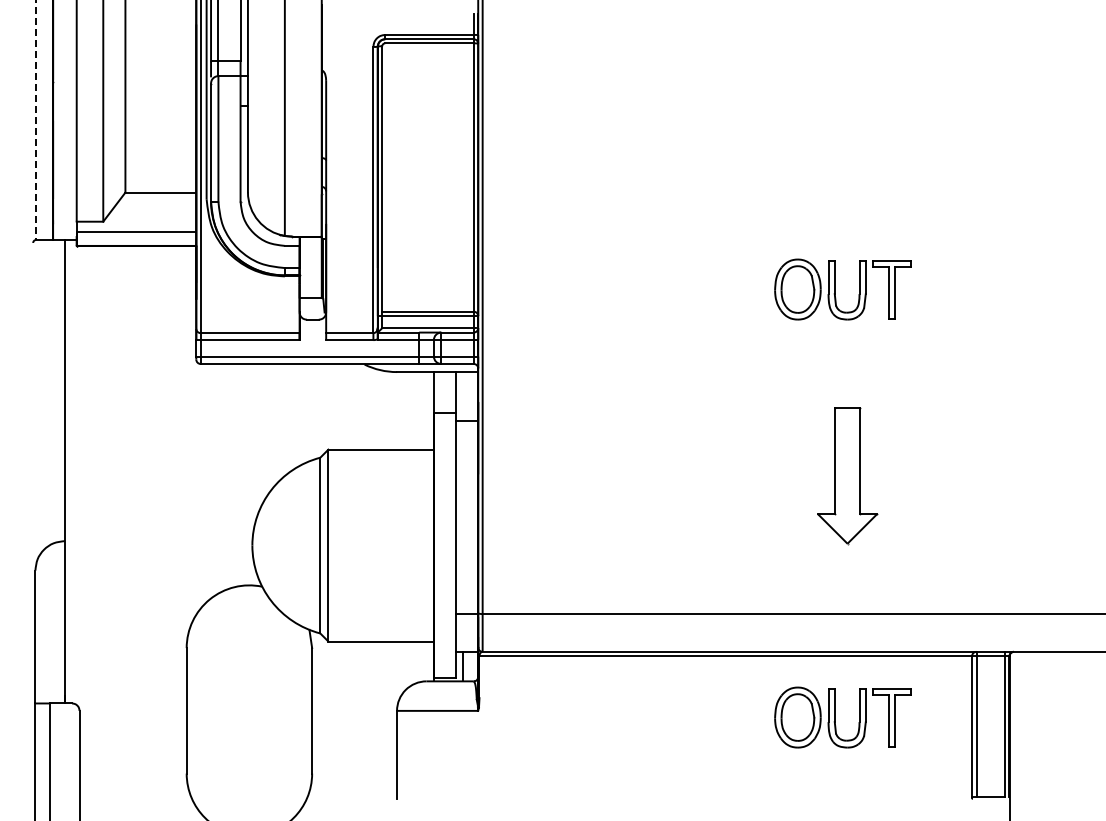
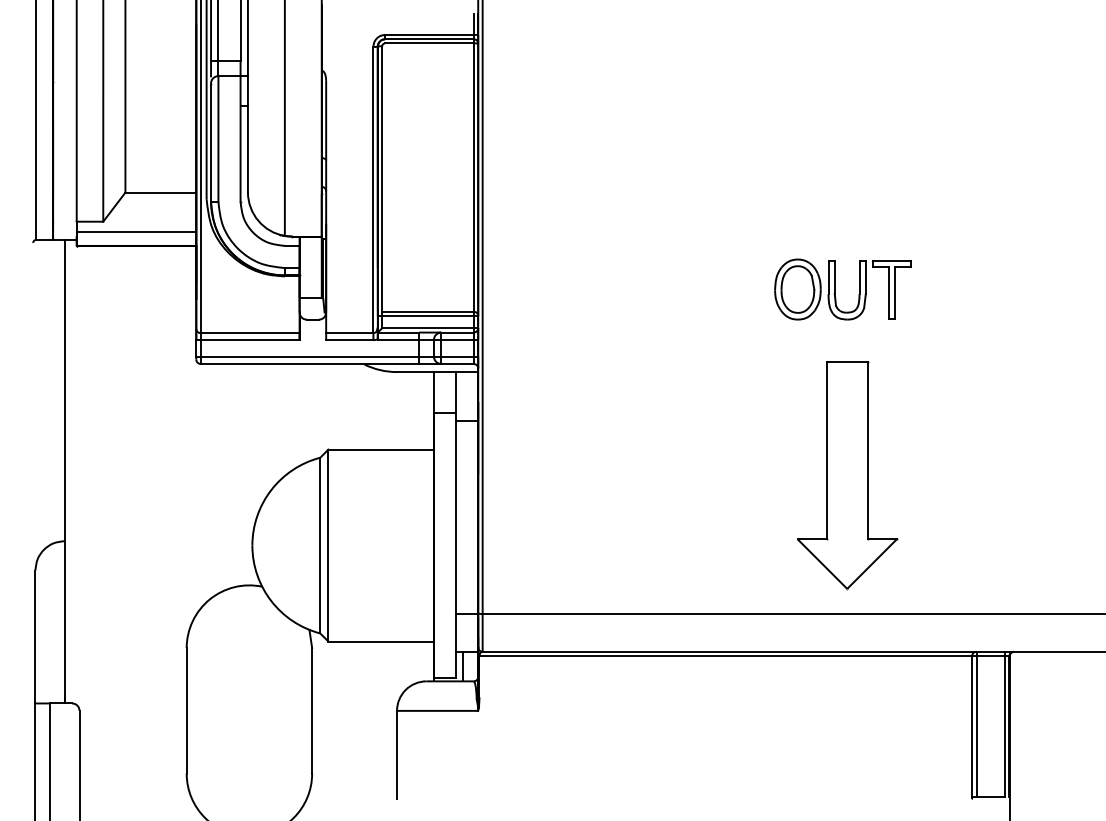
line at (36, 120): dashed -> solid
part at (847, 476) size: 62x139 px -> 102x230 px
part at (835, 717): present -> none
